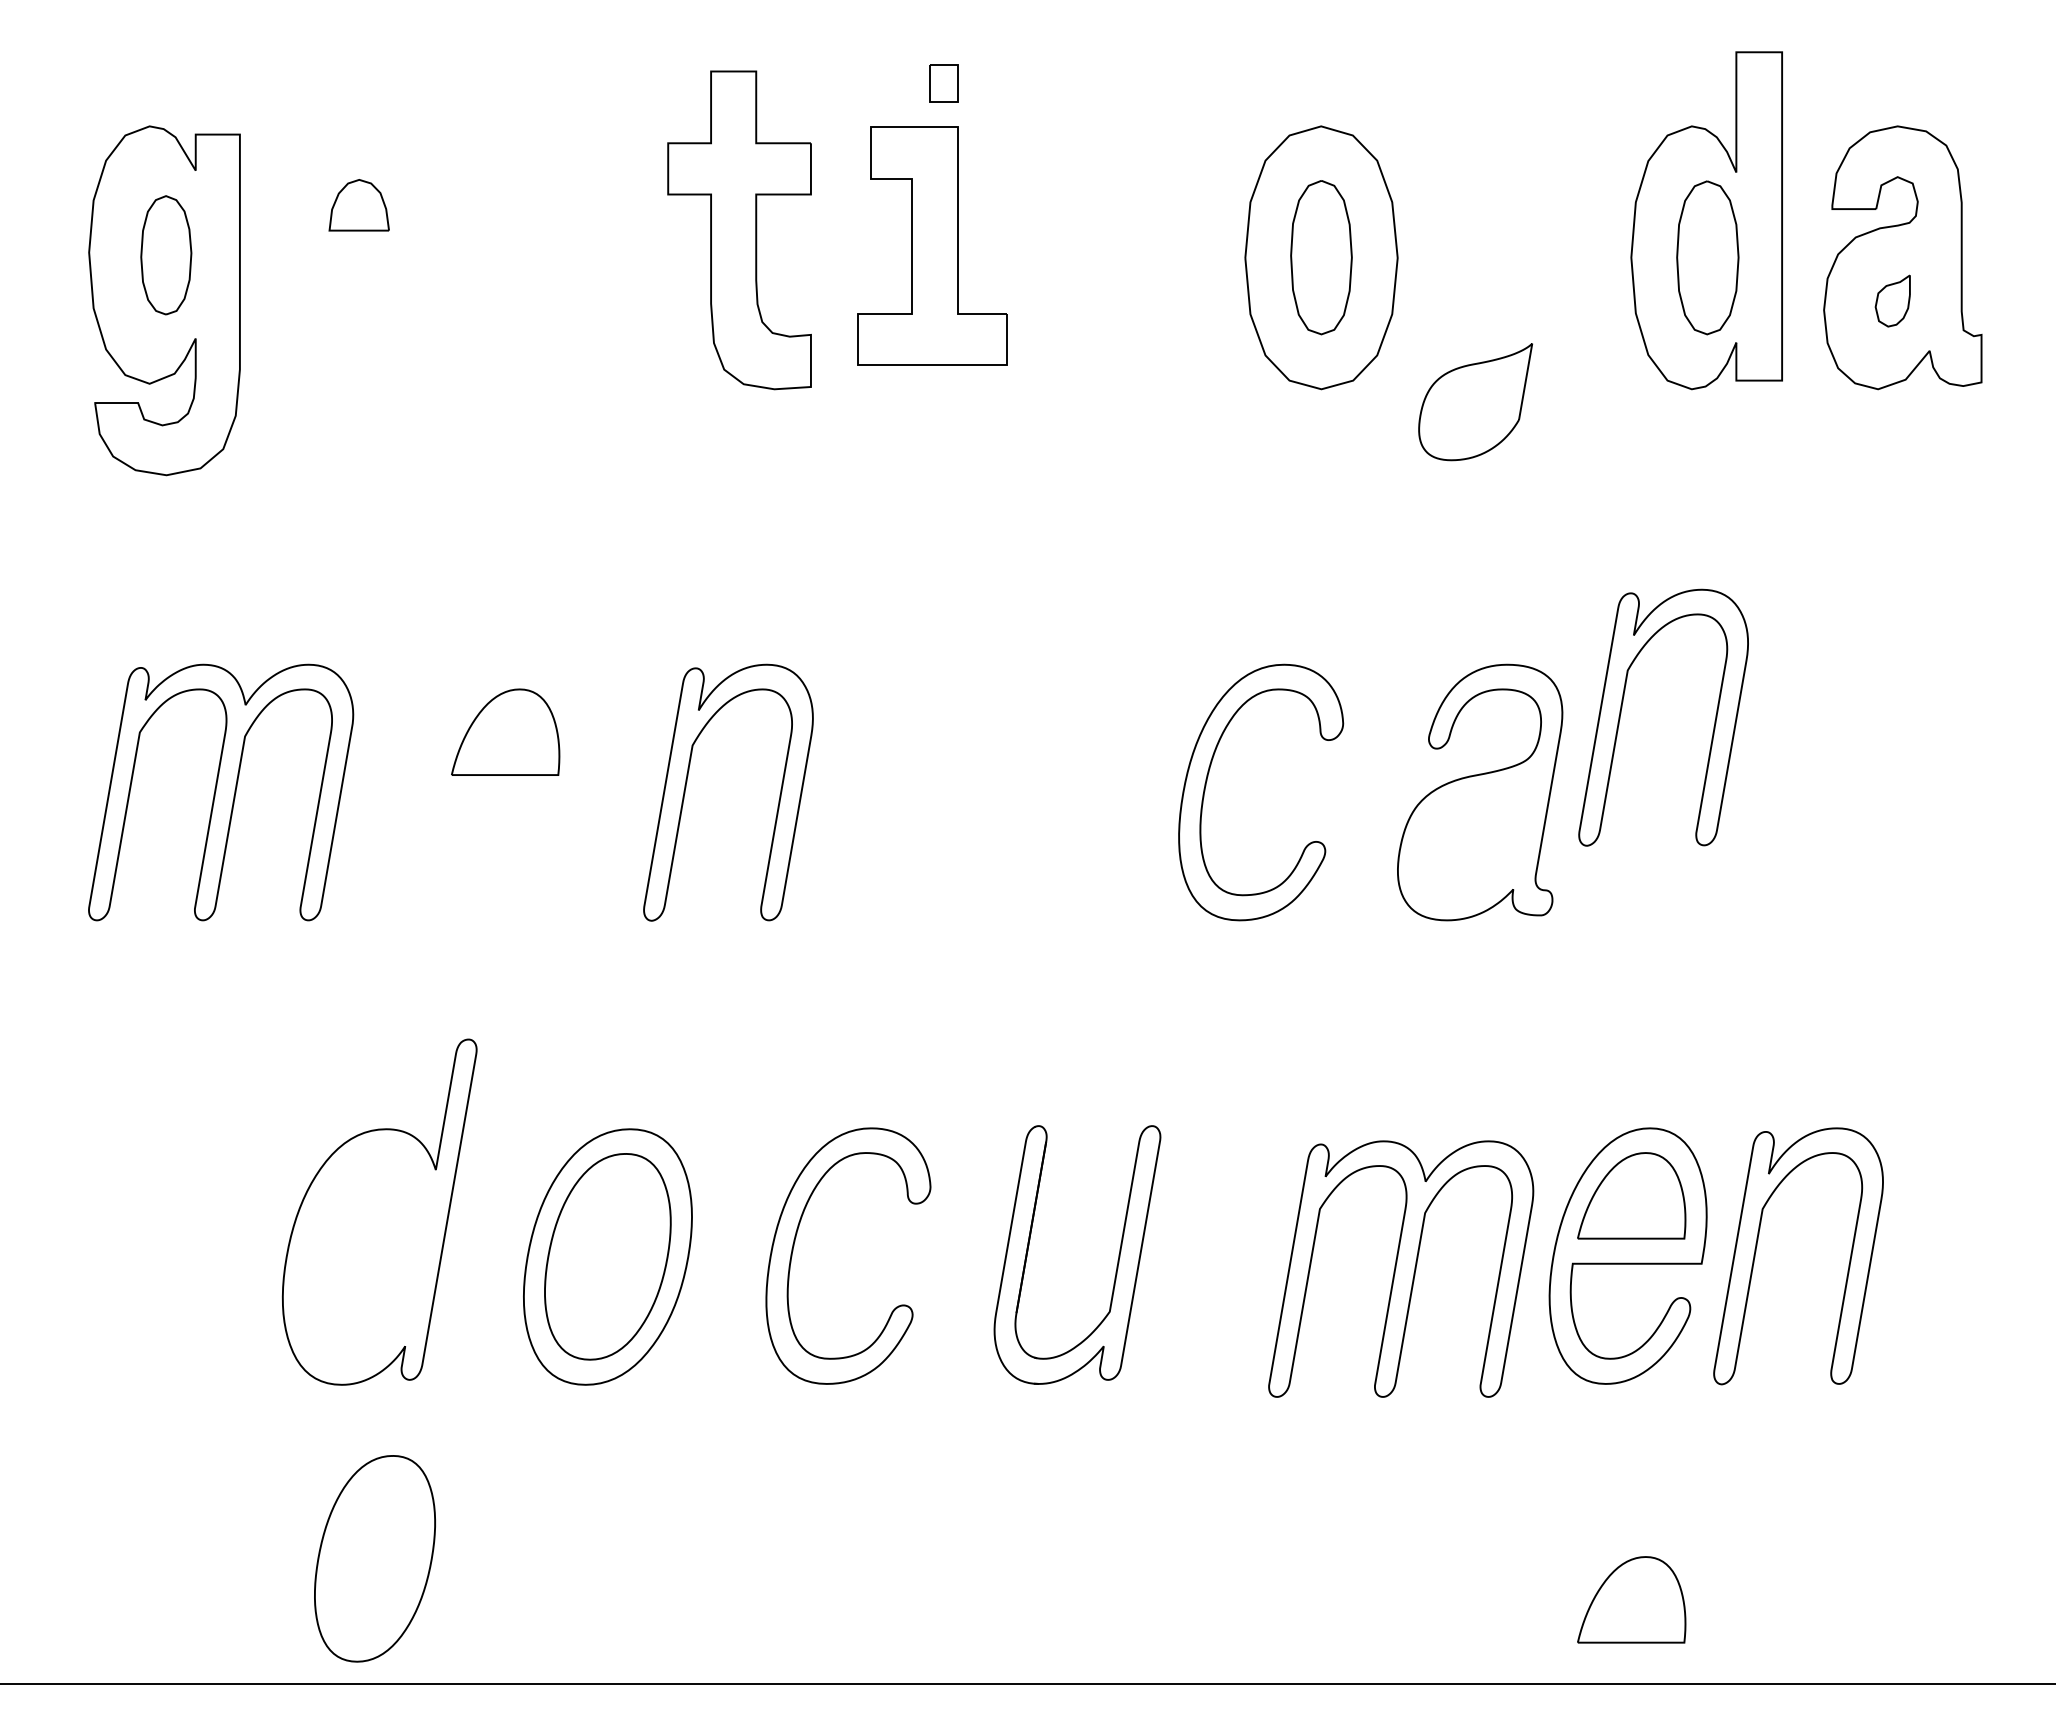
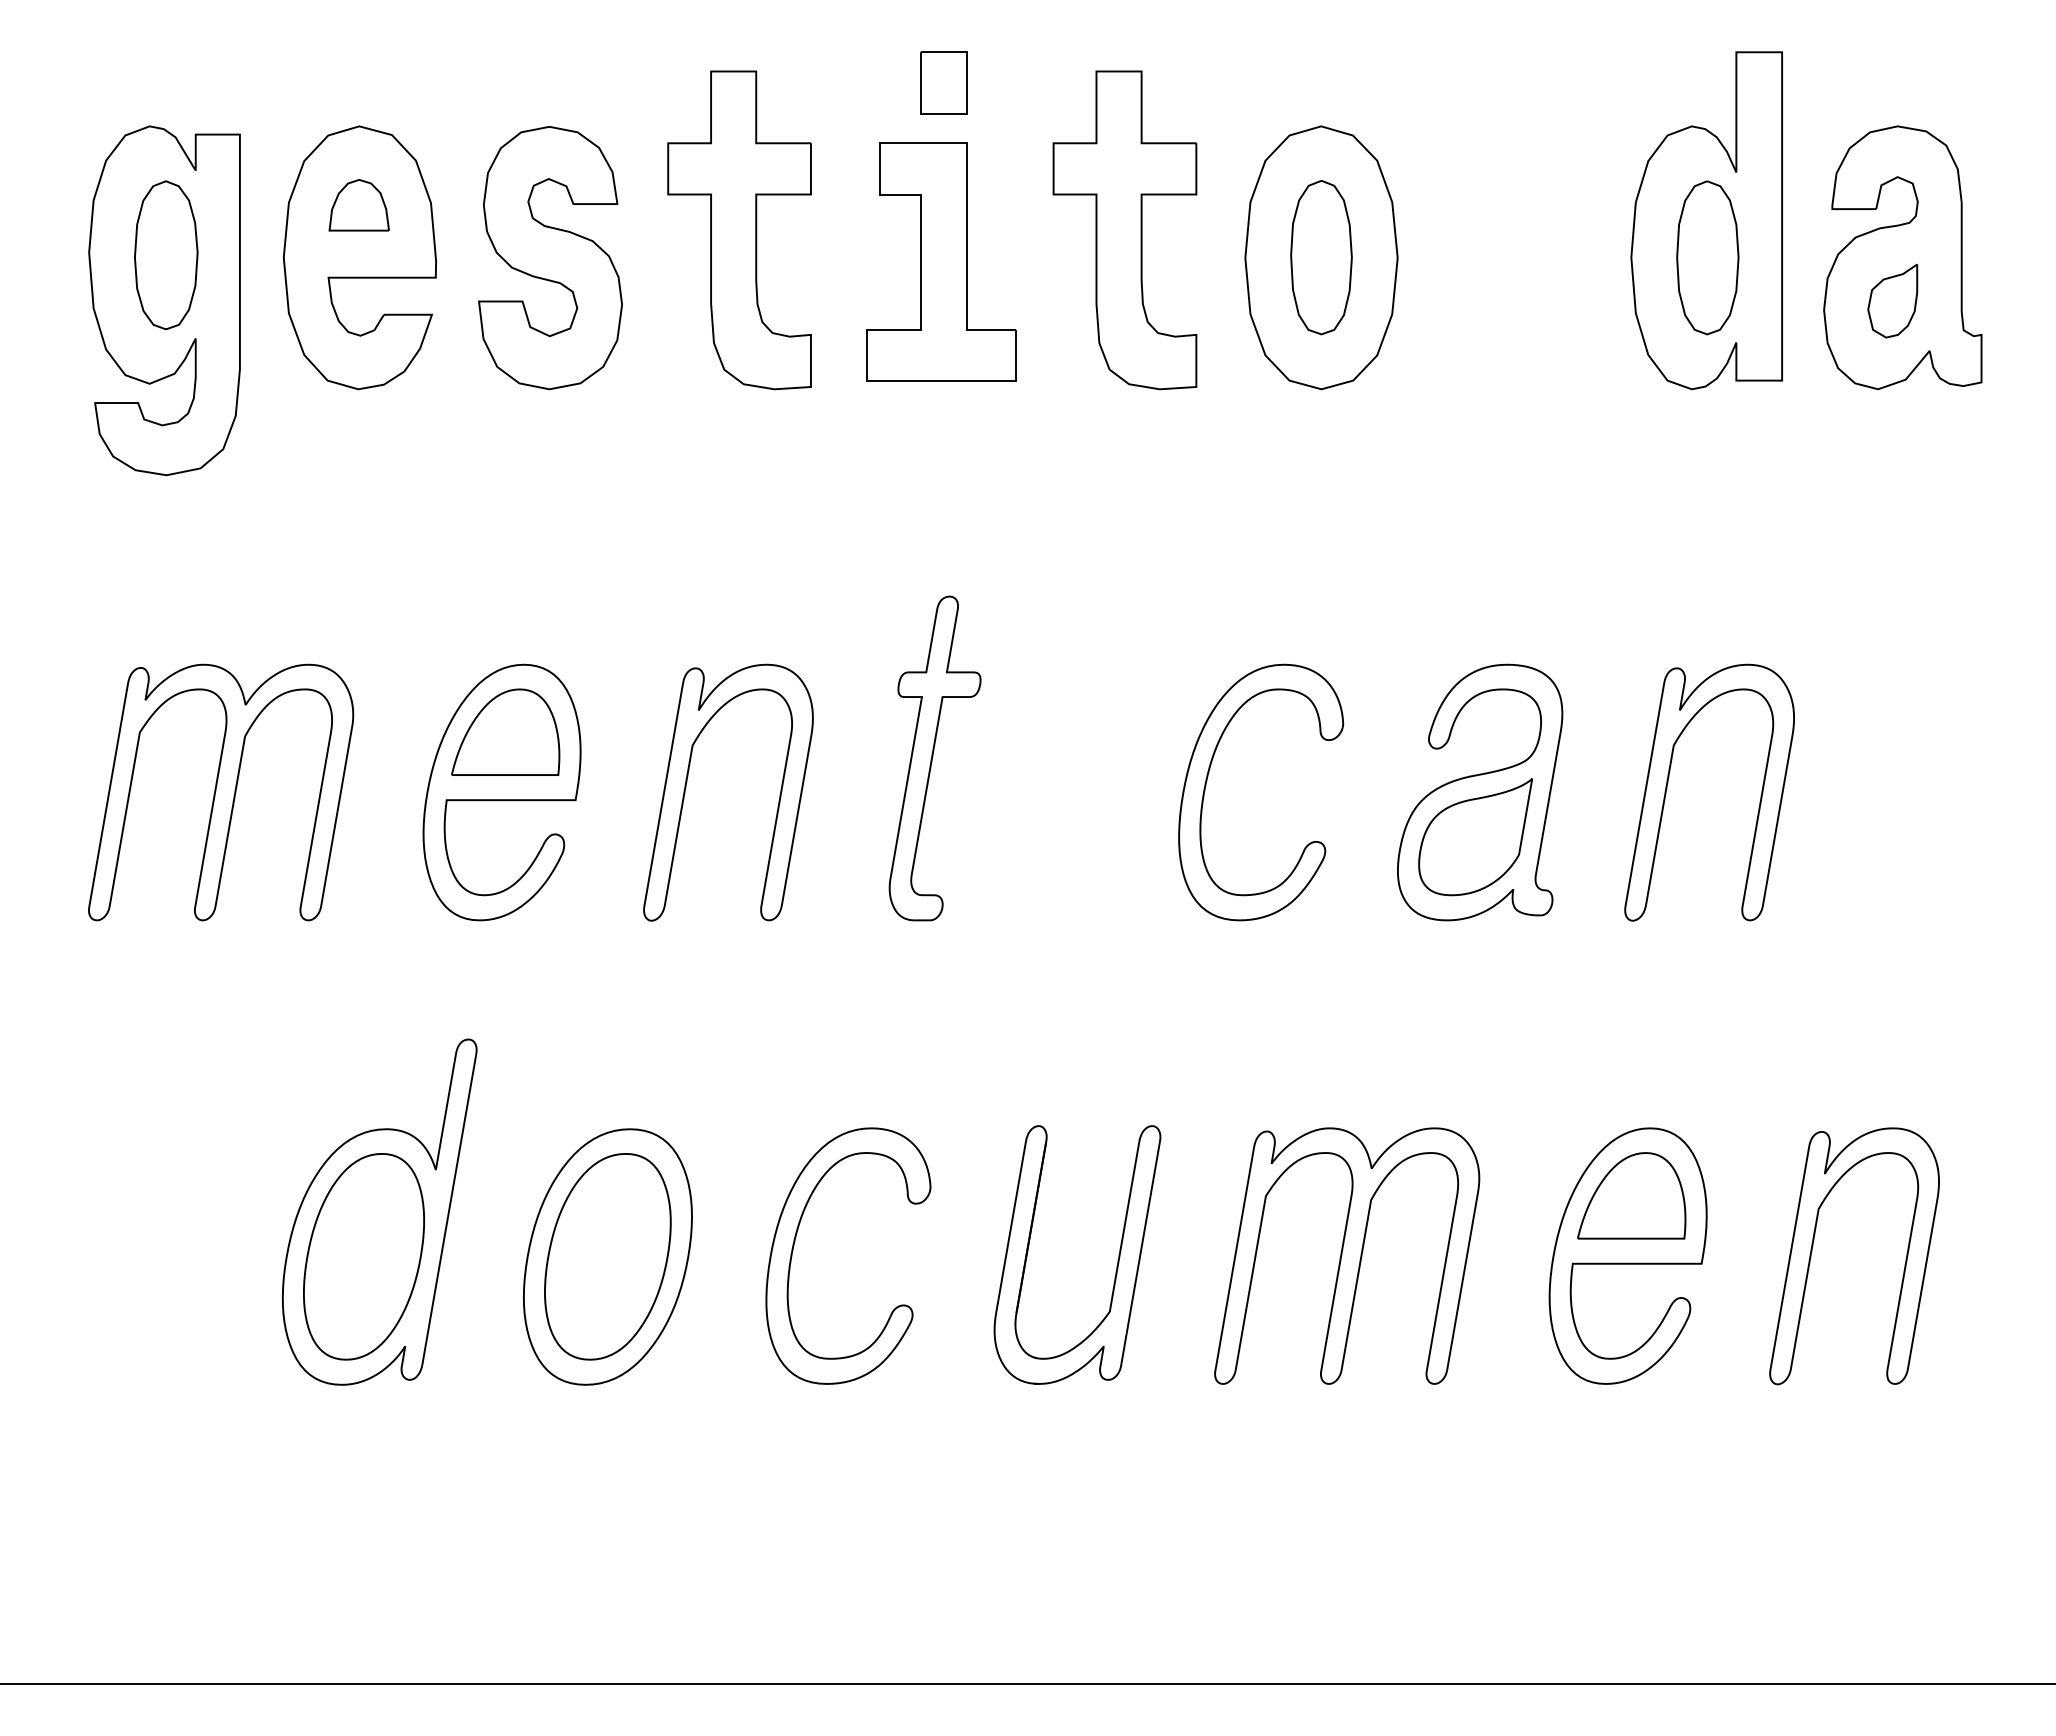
part at (943, 83) size: 30x39 px -> 48x64 px
part at (1124, 230): none -> present
part at (932, 245) position: (932, 245) -> (941, 261)
part at (166, 255) size: 53x121 px -> 65x151 px
part at (359, 257): none -> present
part at (550, 258): none -> present
part at (1892, 300) size: 37x54 px -> 52x76 px
part at (1475, 402) position: (1475, 402) -> (1475, 837)
part at (1622, 708) position: (1622, 708) -> (1668, 783)
part at (934, 758): none -> present
part at (501, 792): none -> present
part at (1757, 1246) position: (1757, 1246) -> (1813, 1246)
part at (1401, 1268) position: (1401, 1268) -> (1347, 1255)
part at (374, 1558) position: (374, 1558) -> (363, 1256)
part at (1631, 1599): present -> none
